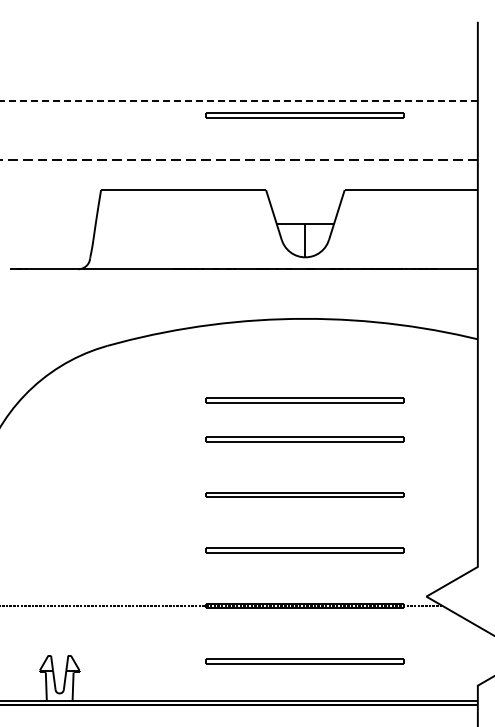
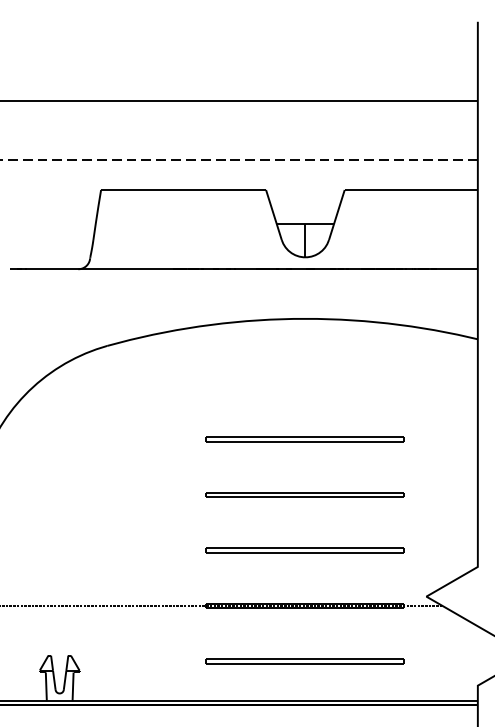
line at (238, 100): dashed -> solid
part at (304, 115): present -> none
part at (304, 400): present -> none
